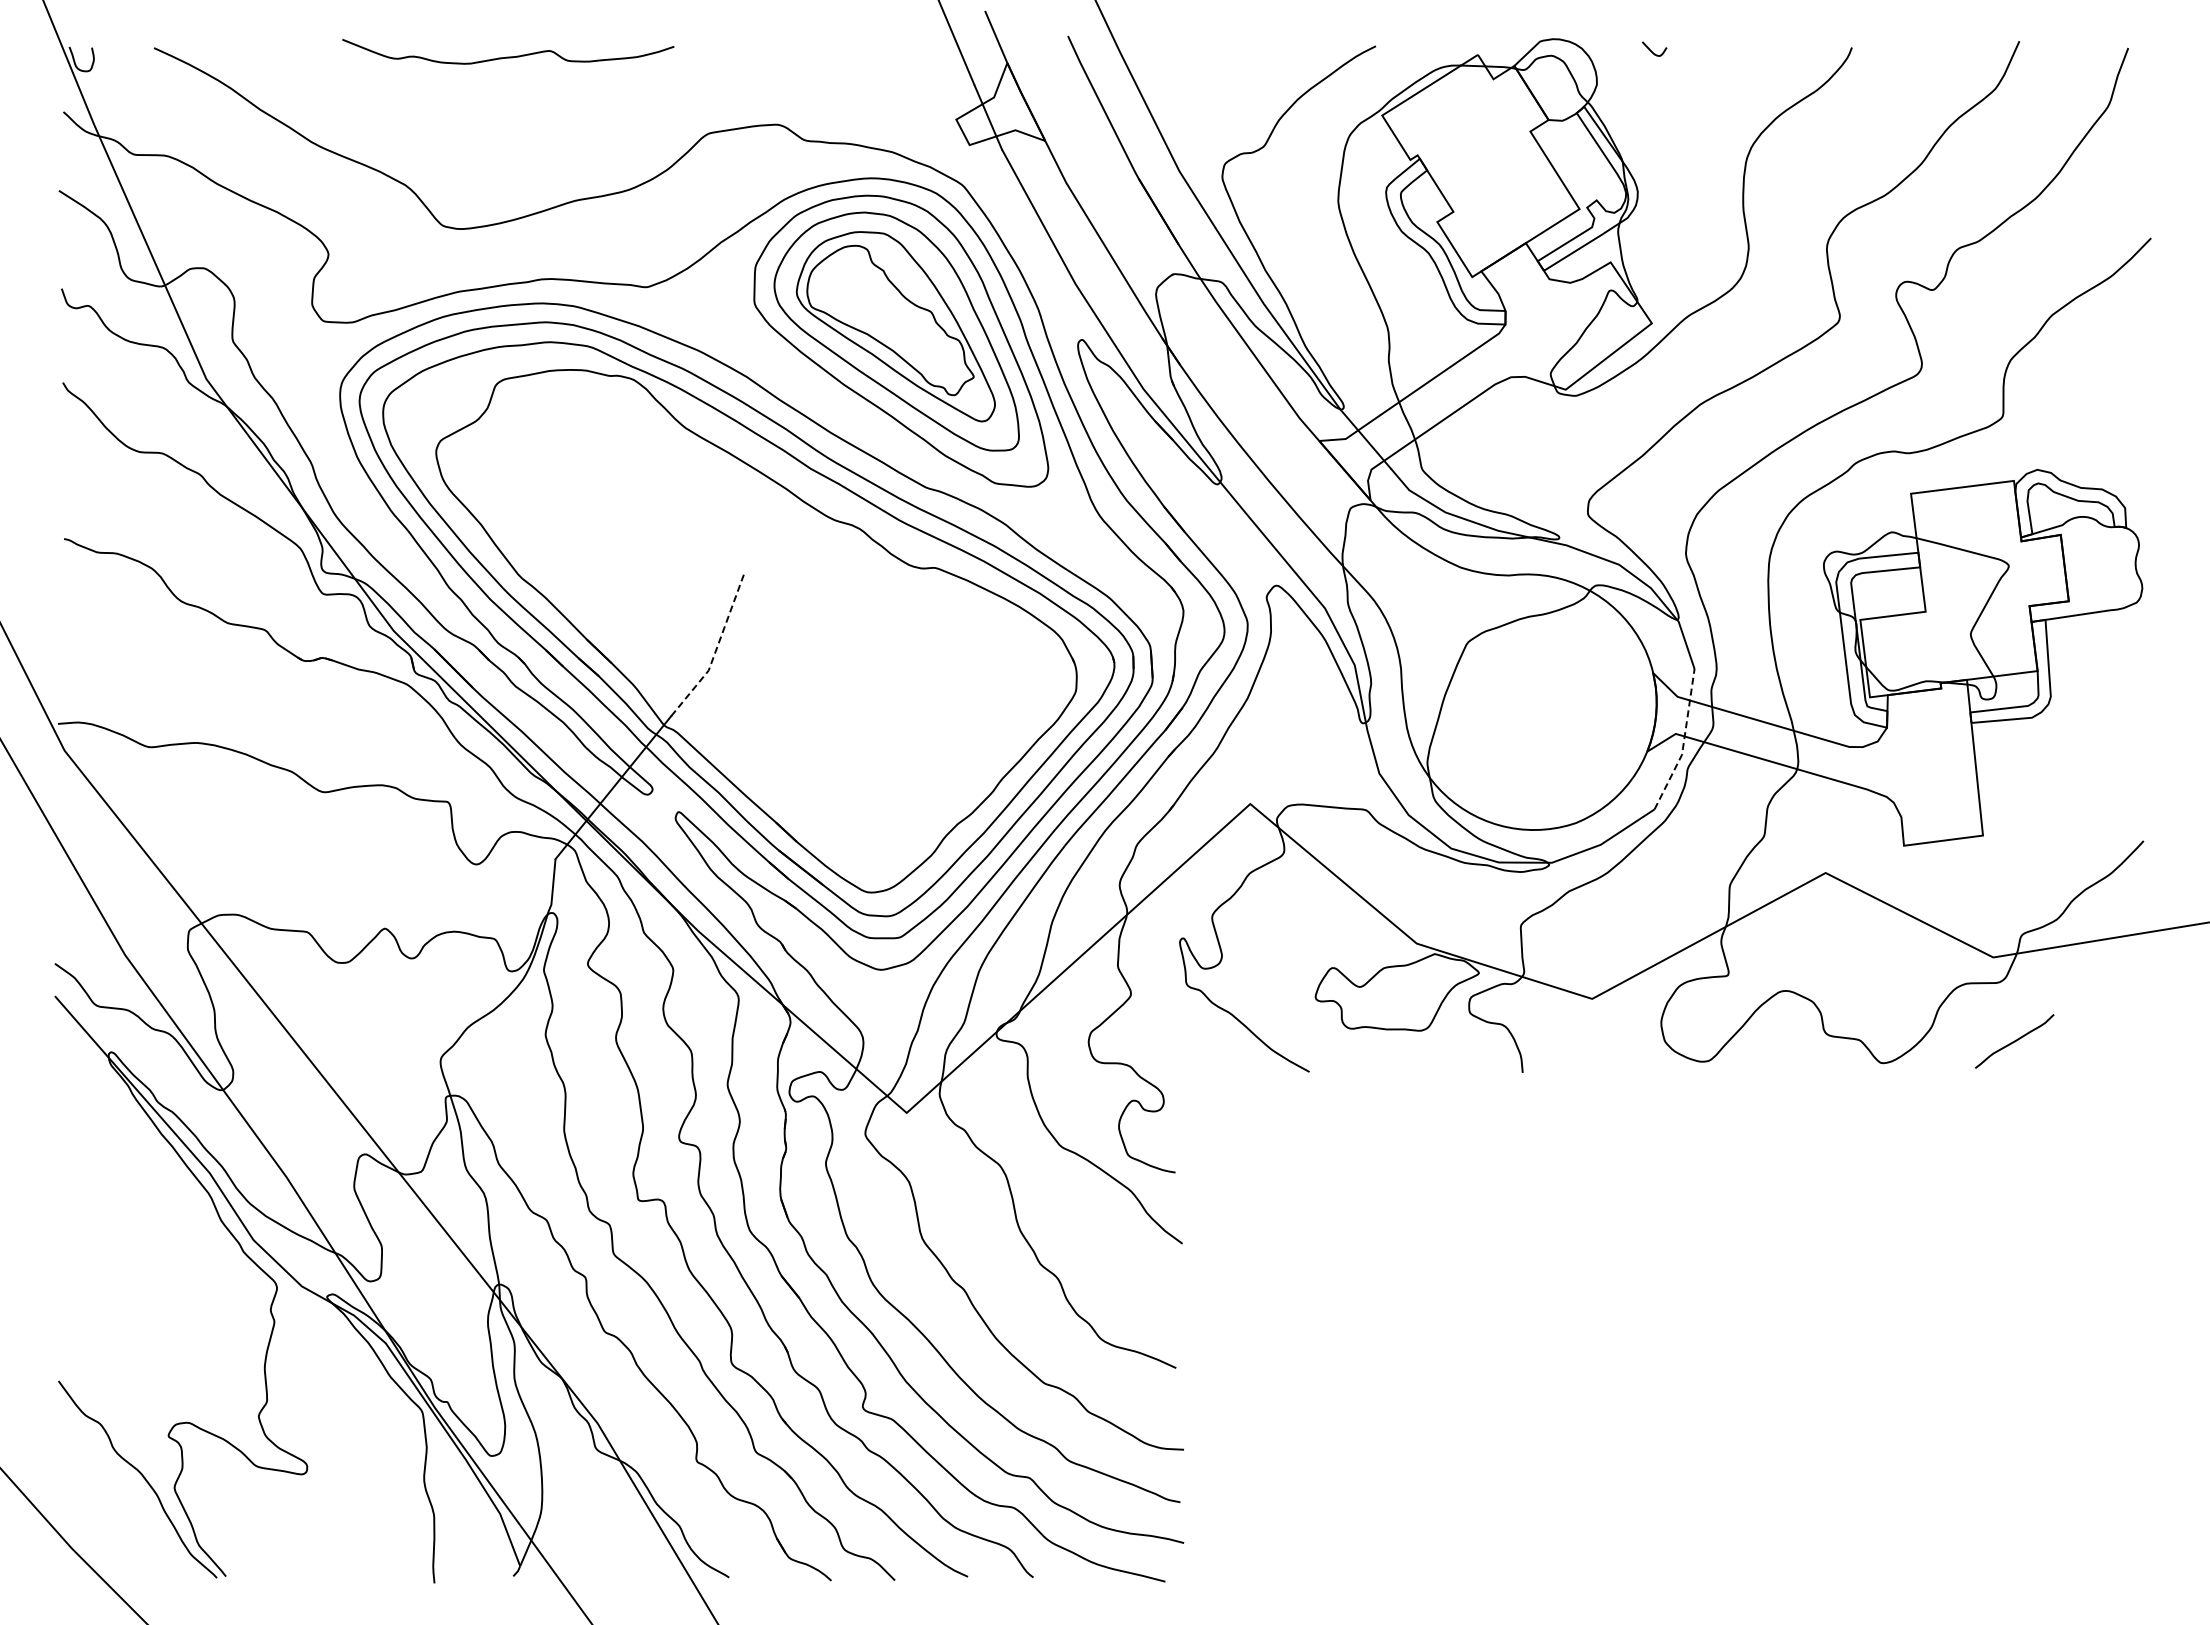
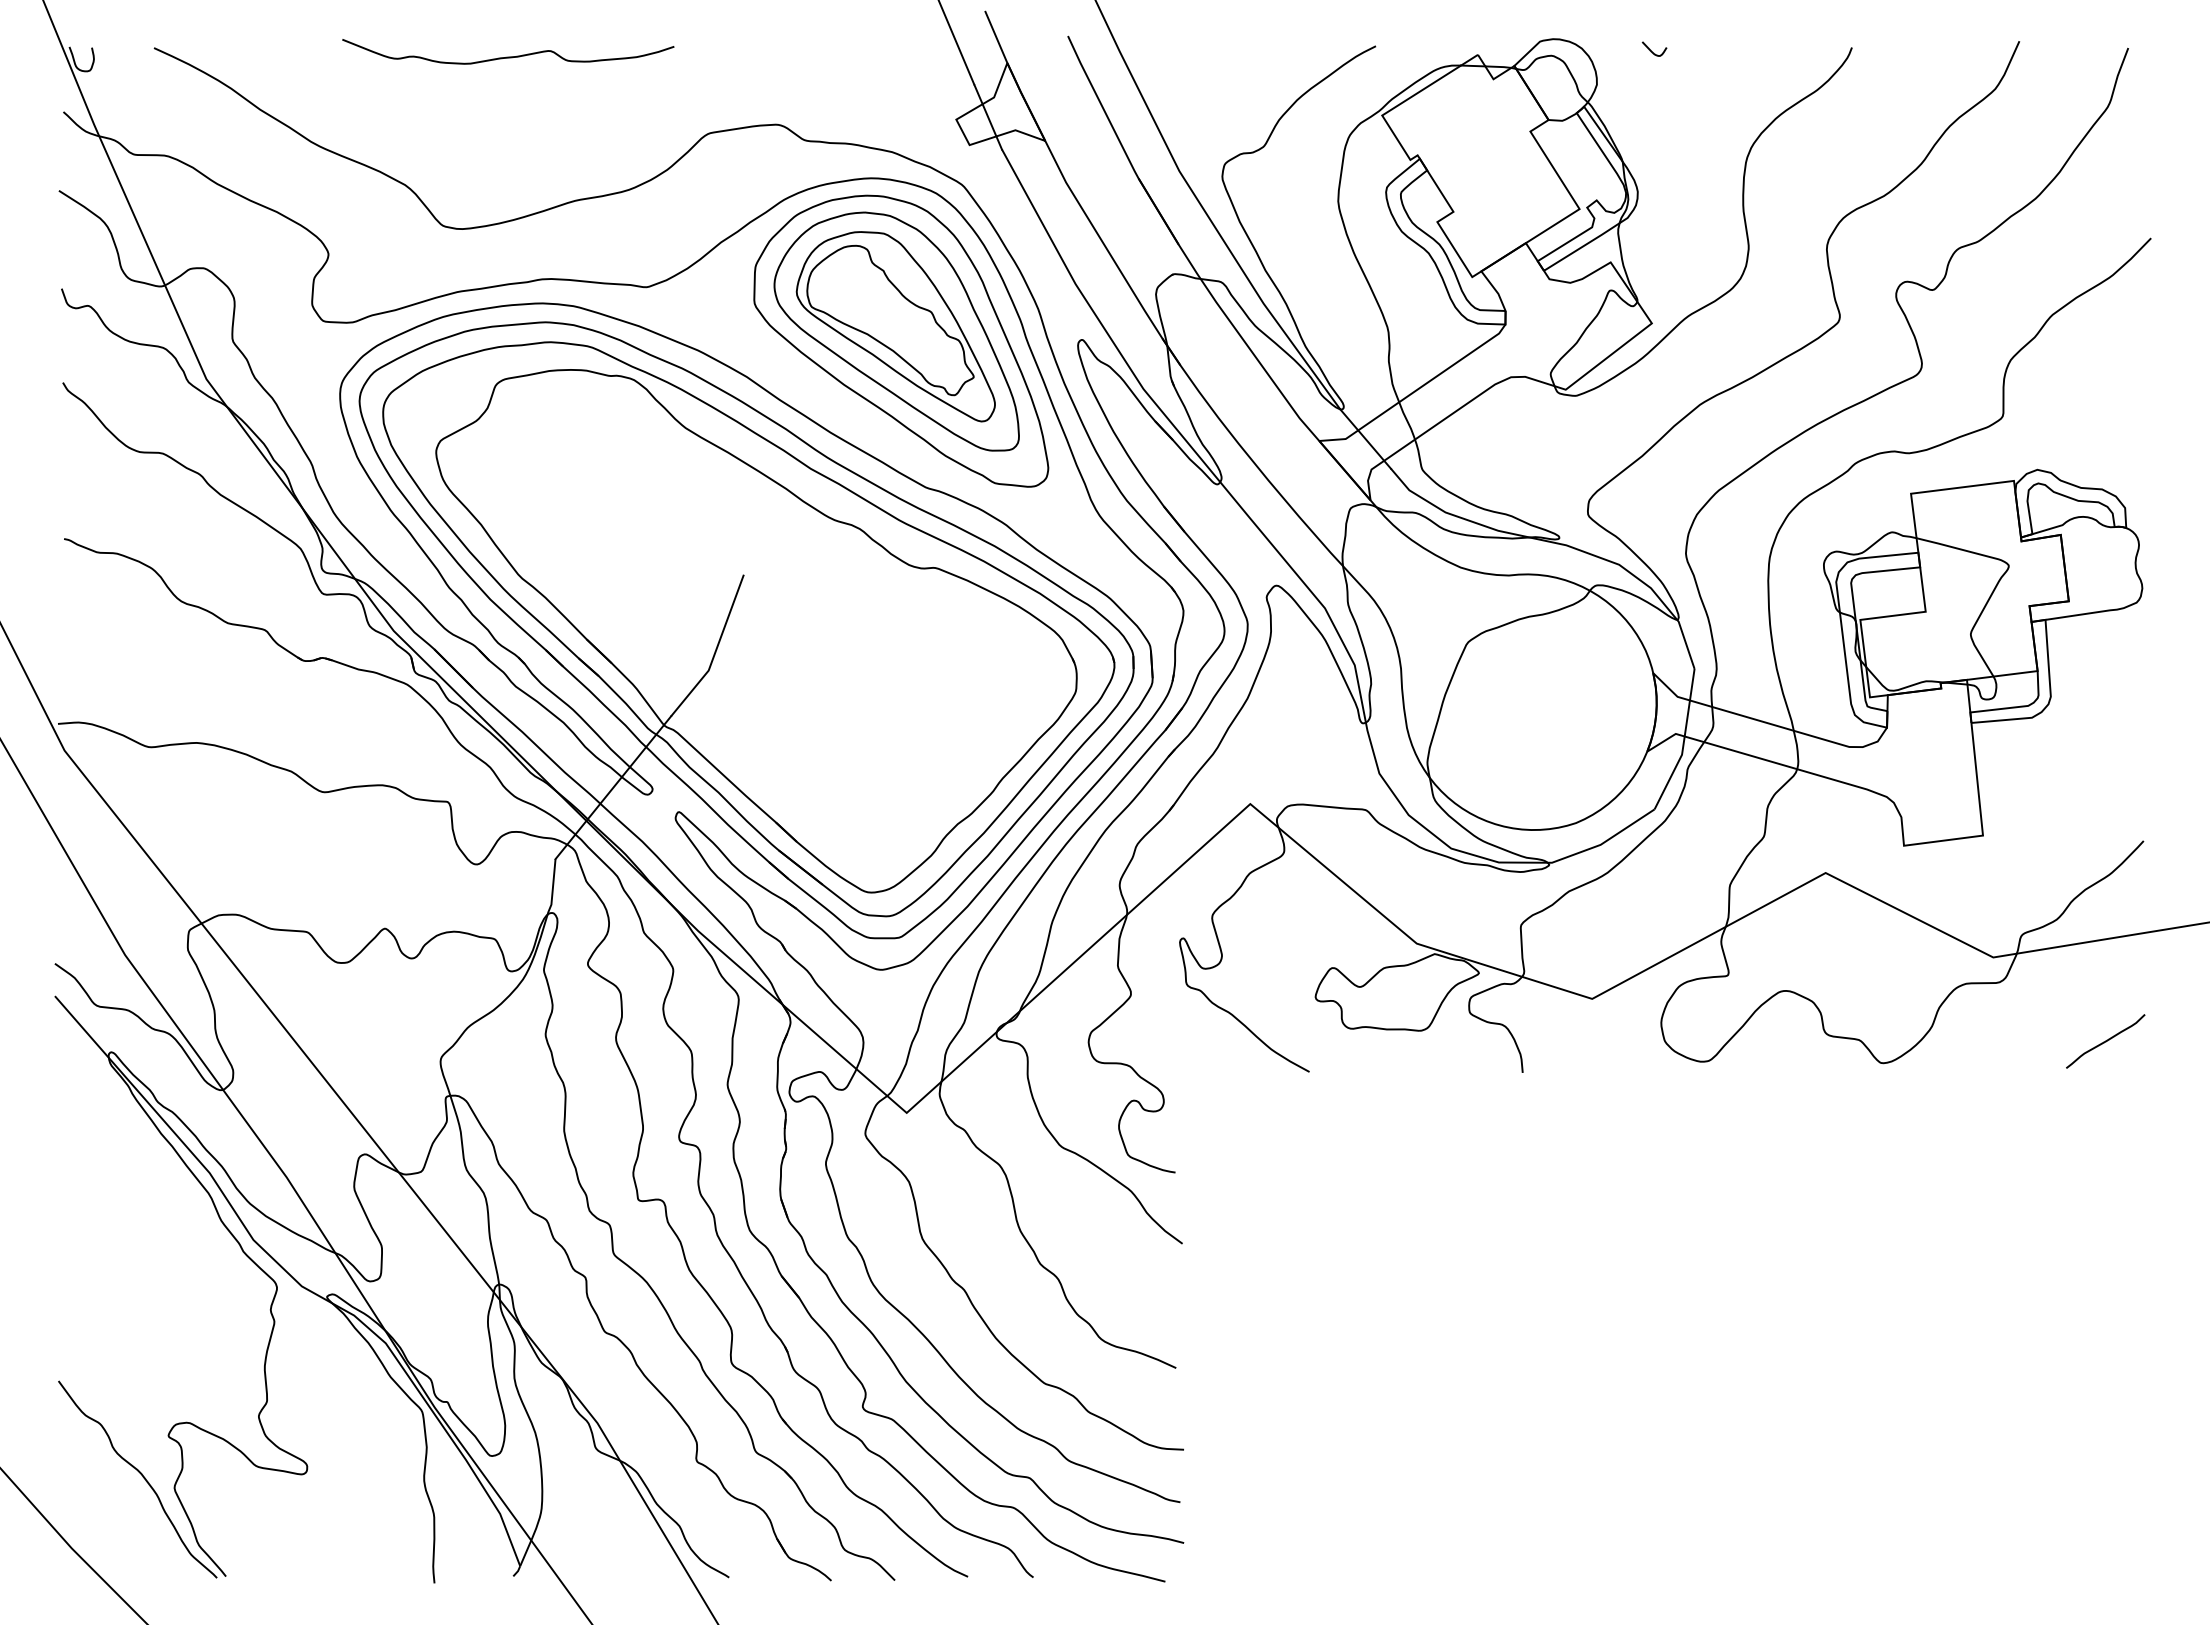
line at (715, 651): dashed -> solid
line at (1683, 742): dashed -> solid
curve at (2014, 1041) position: (2014, 1041) -> (2105, 1041)
